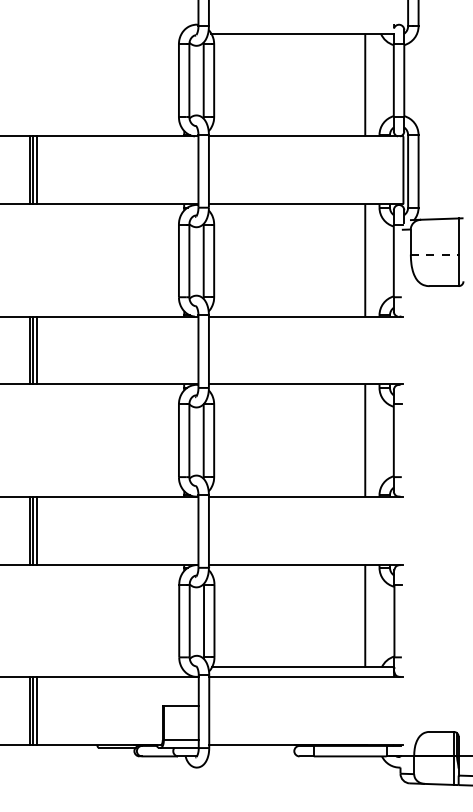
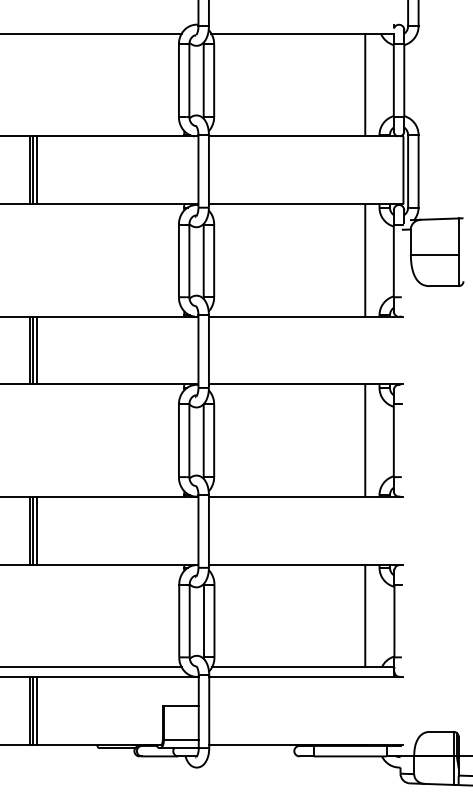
line at (91, 33): none -> present
line at (434, 254): dashed -> solid
line at (91, 667): none -> present
